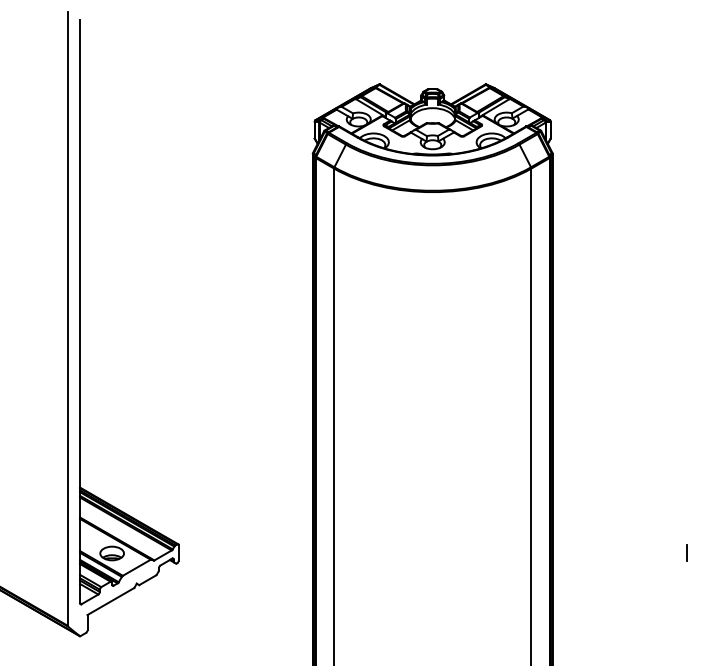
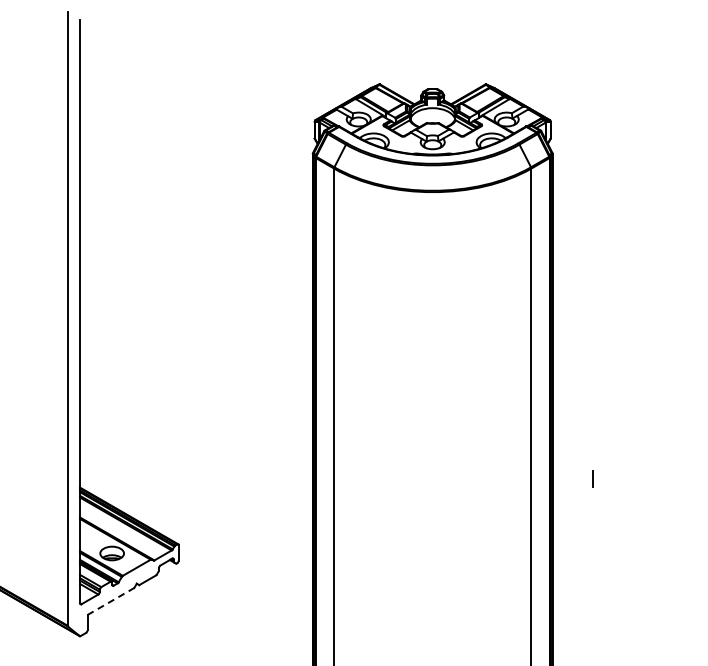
line at (686, 552) position: (686, 552) -> (592, 478)
line at (111, 601): solid -> dashed
